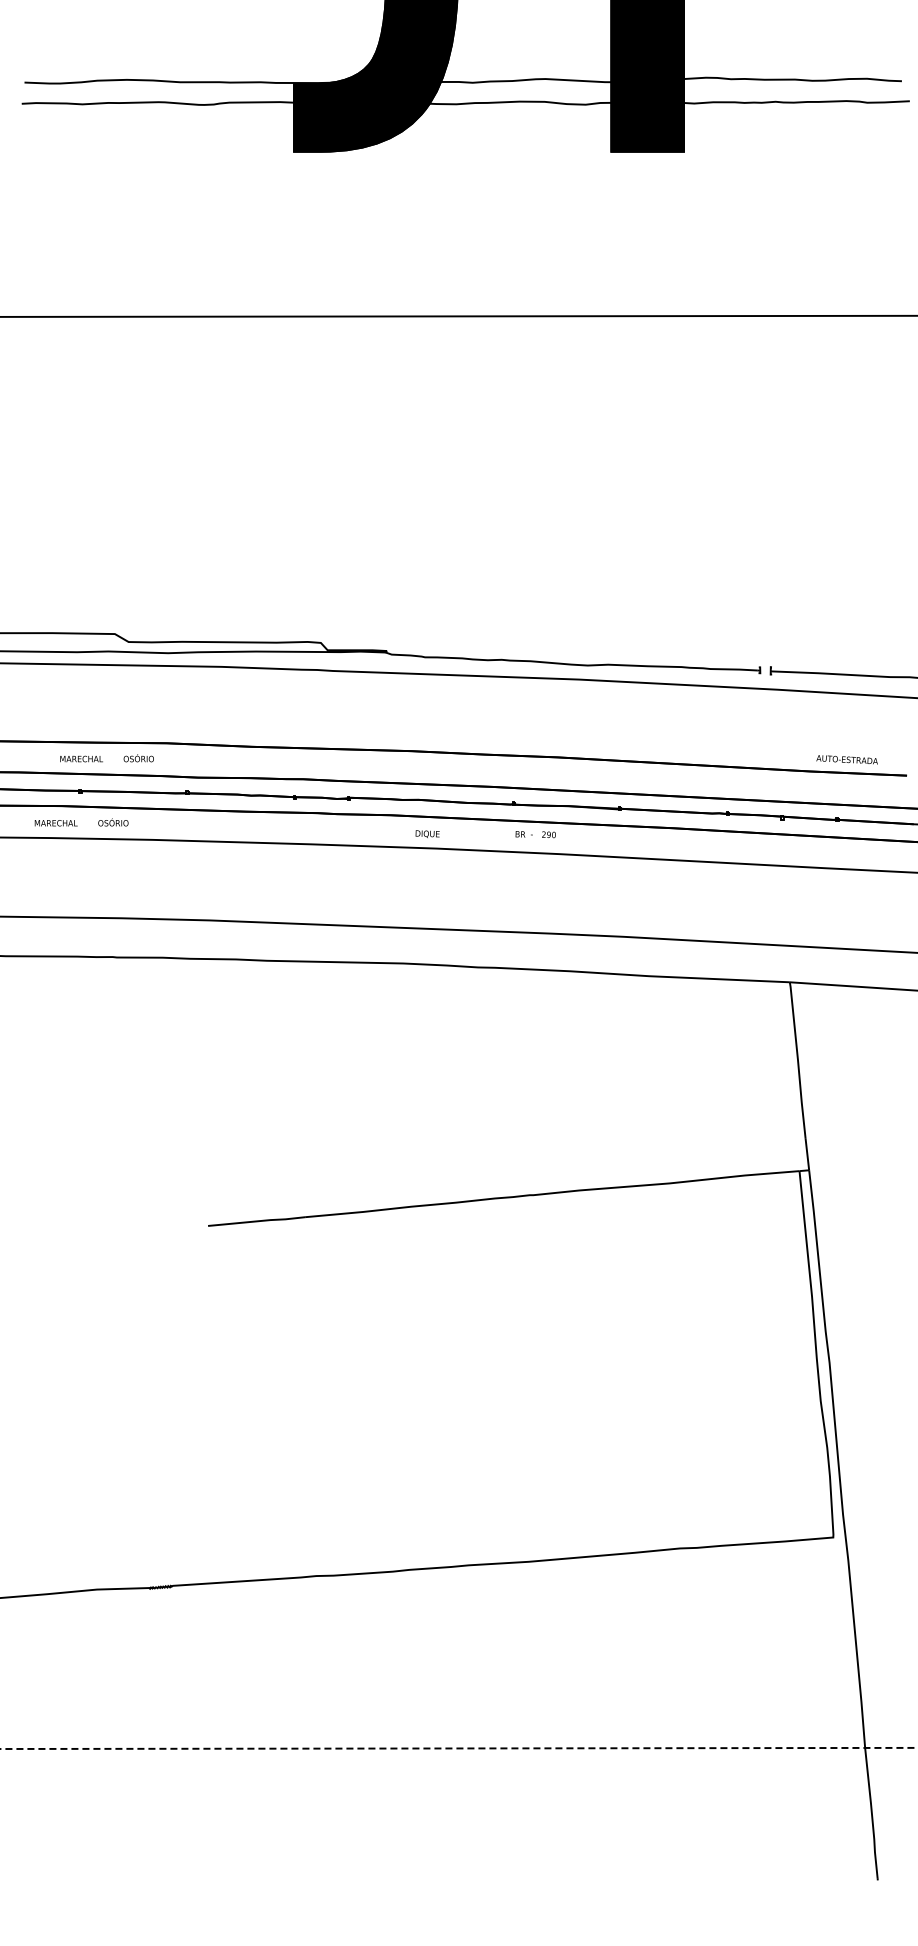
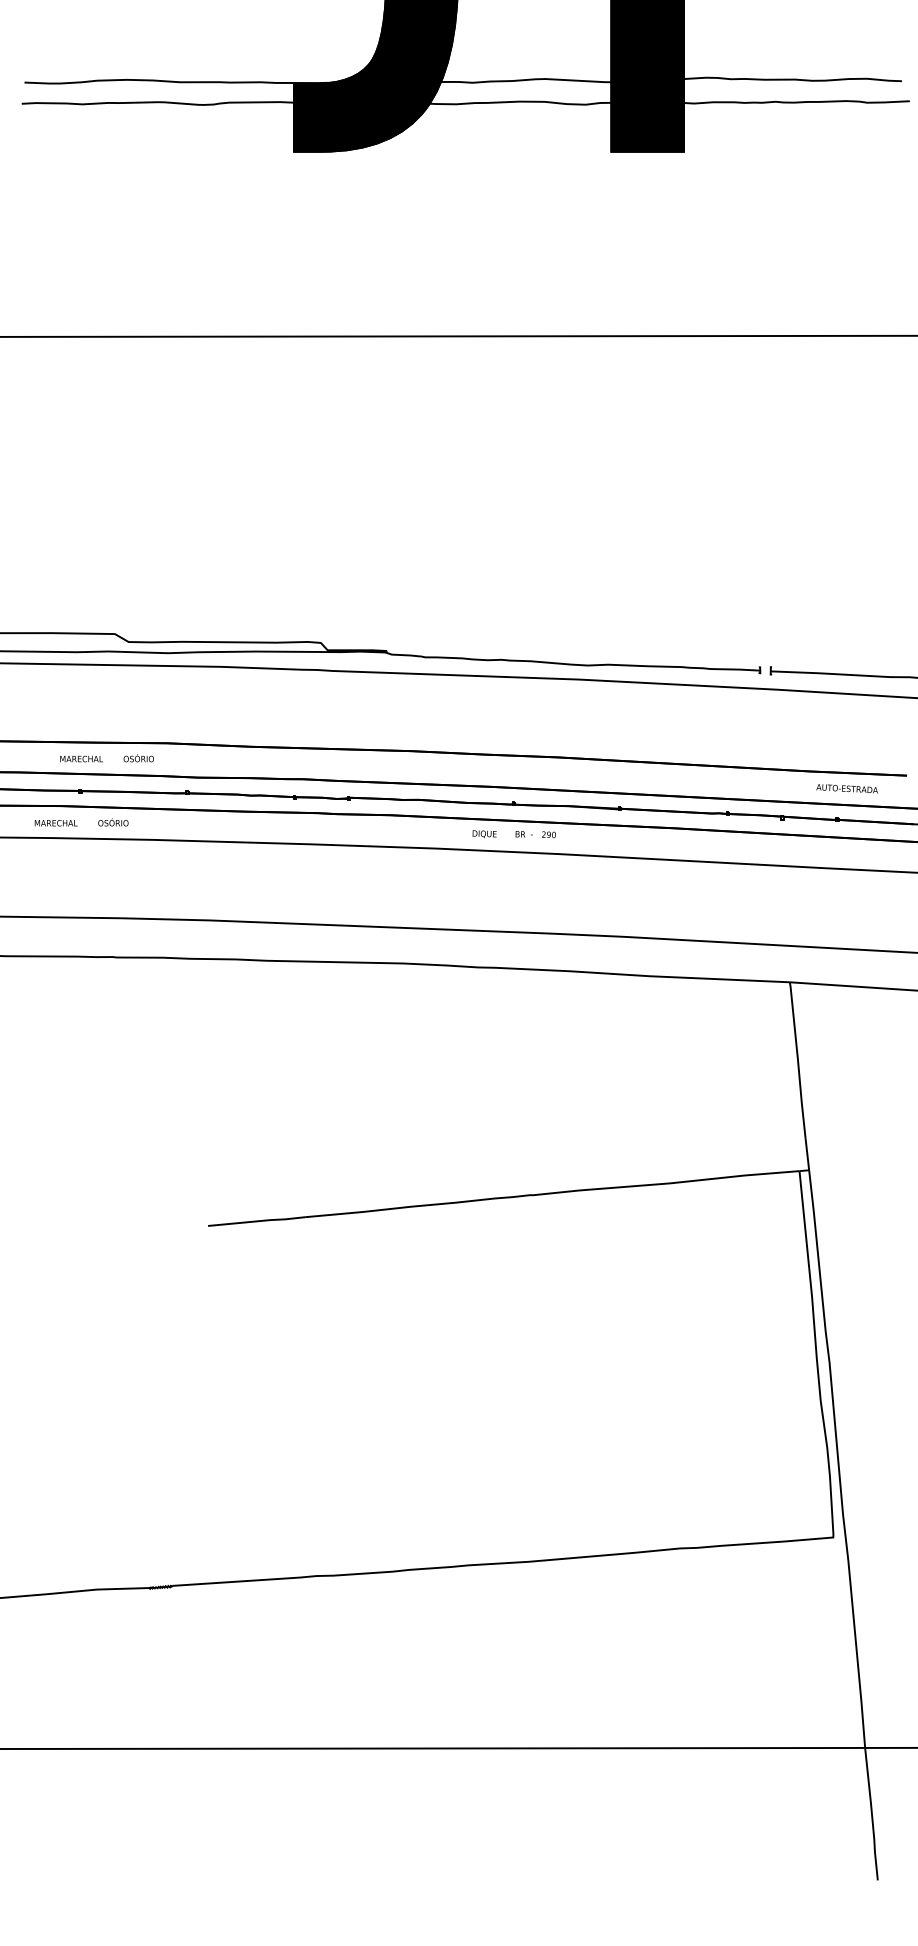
line at (458, 315) position: (458, 315) -> (458, 335)
text at (846, 759) position: (846, 759) -> (846, 788)
text at (427, 833) position: (427, 833) -> (484, 833)
line at (458, 1748): dashed -> solid
